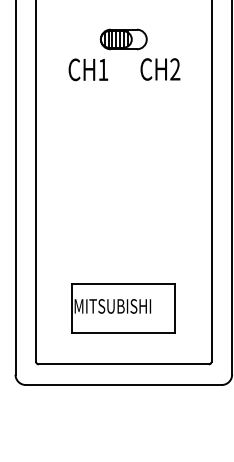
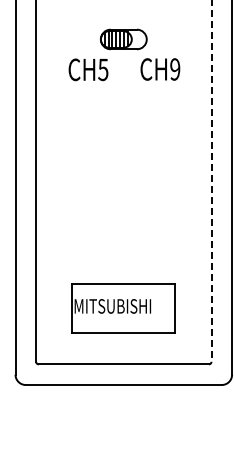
text at (103, 69): CH1 -> CH5
text at (175, 69): CH2 -> CH9
line at (211, 181): solid -> dashed
